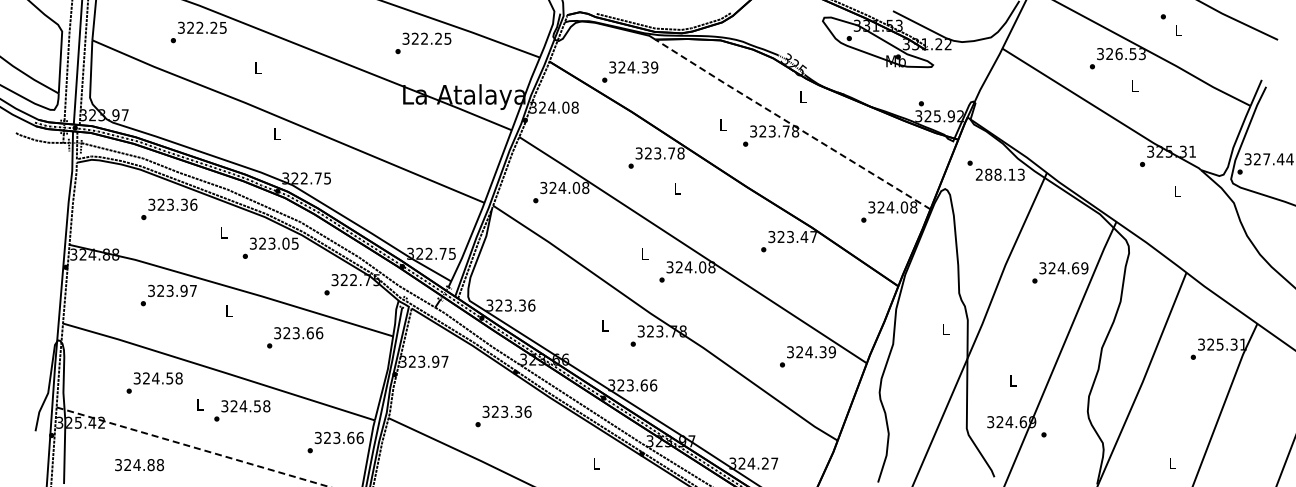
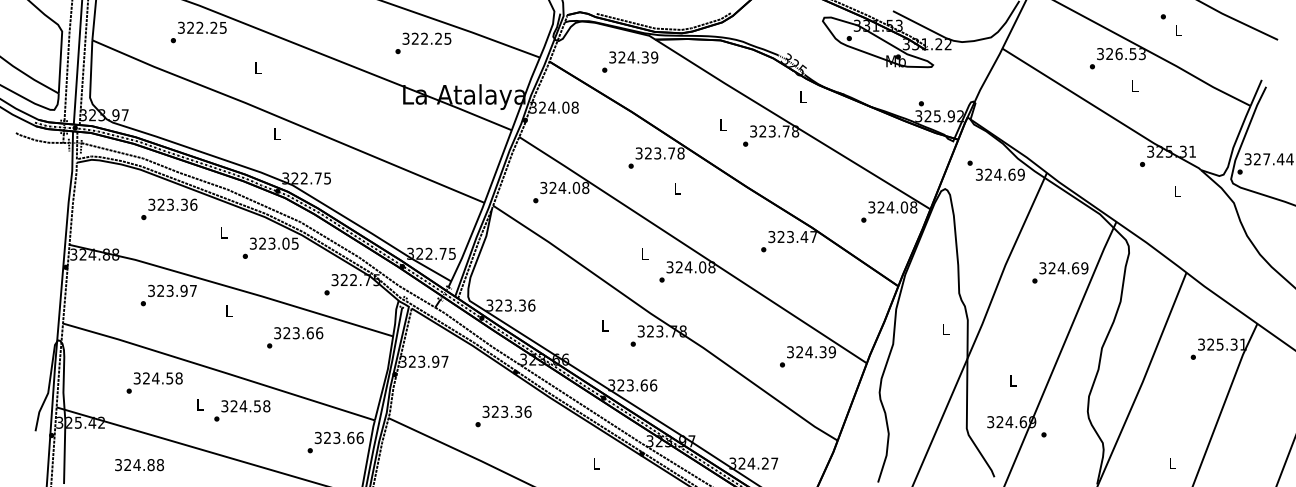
text at (630, 71) position: (630, 71) -> (630, 61)
line at (791, 124): dashed -> solid
text at (1000, 174): 288.13 -> 324.69
line at (192, 447): dashed -> solid
